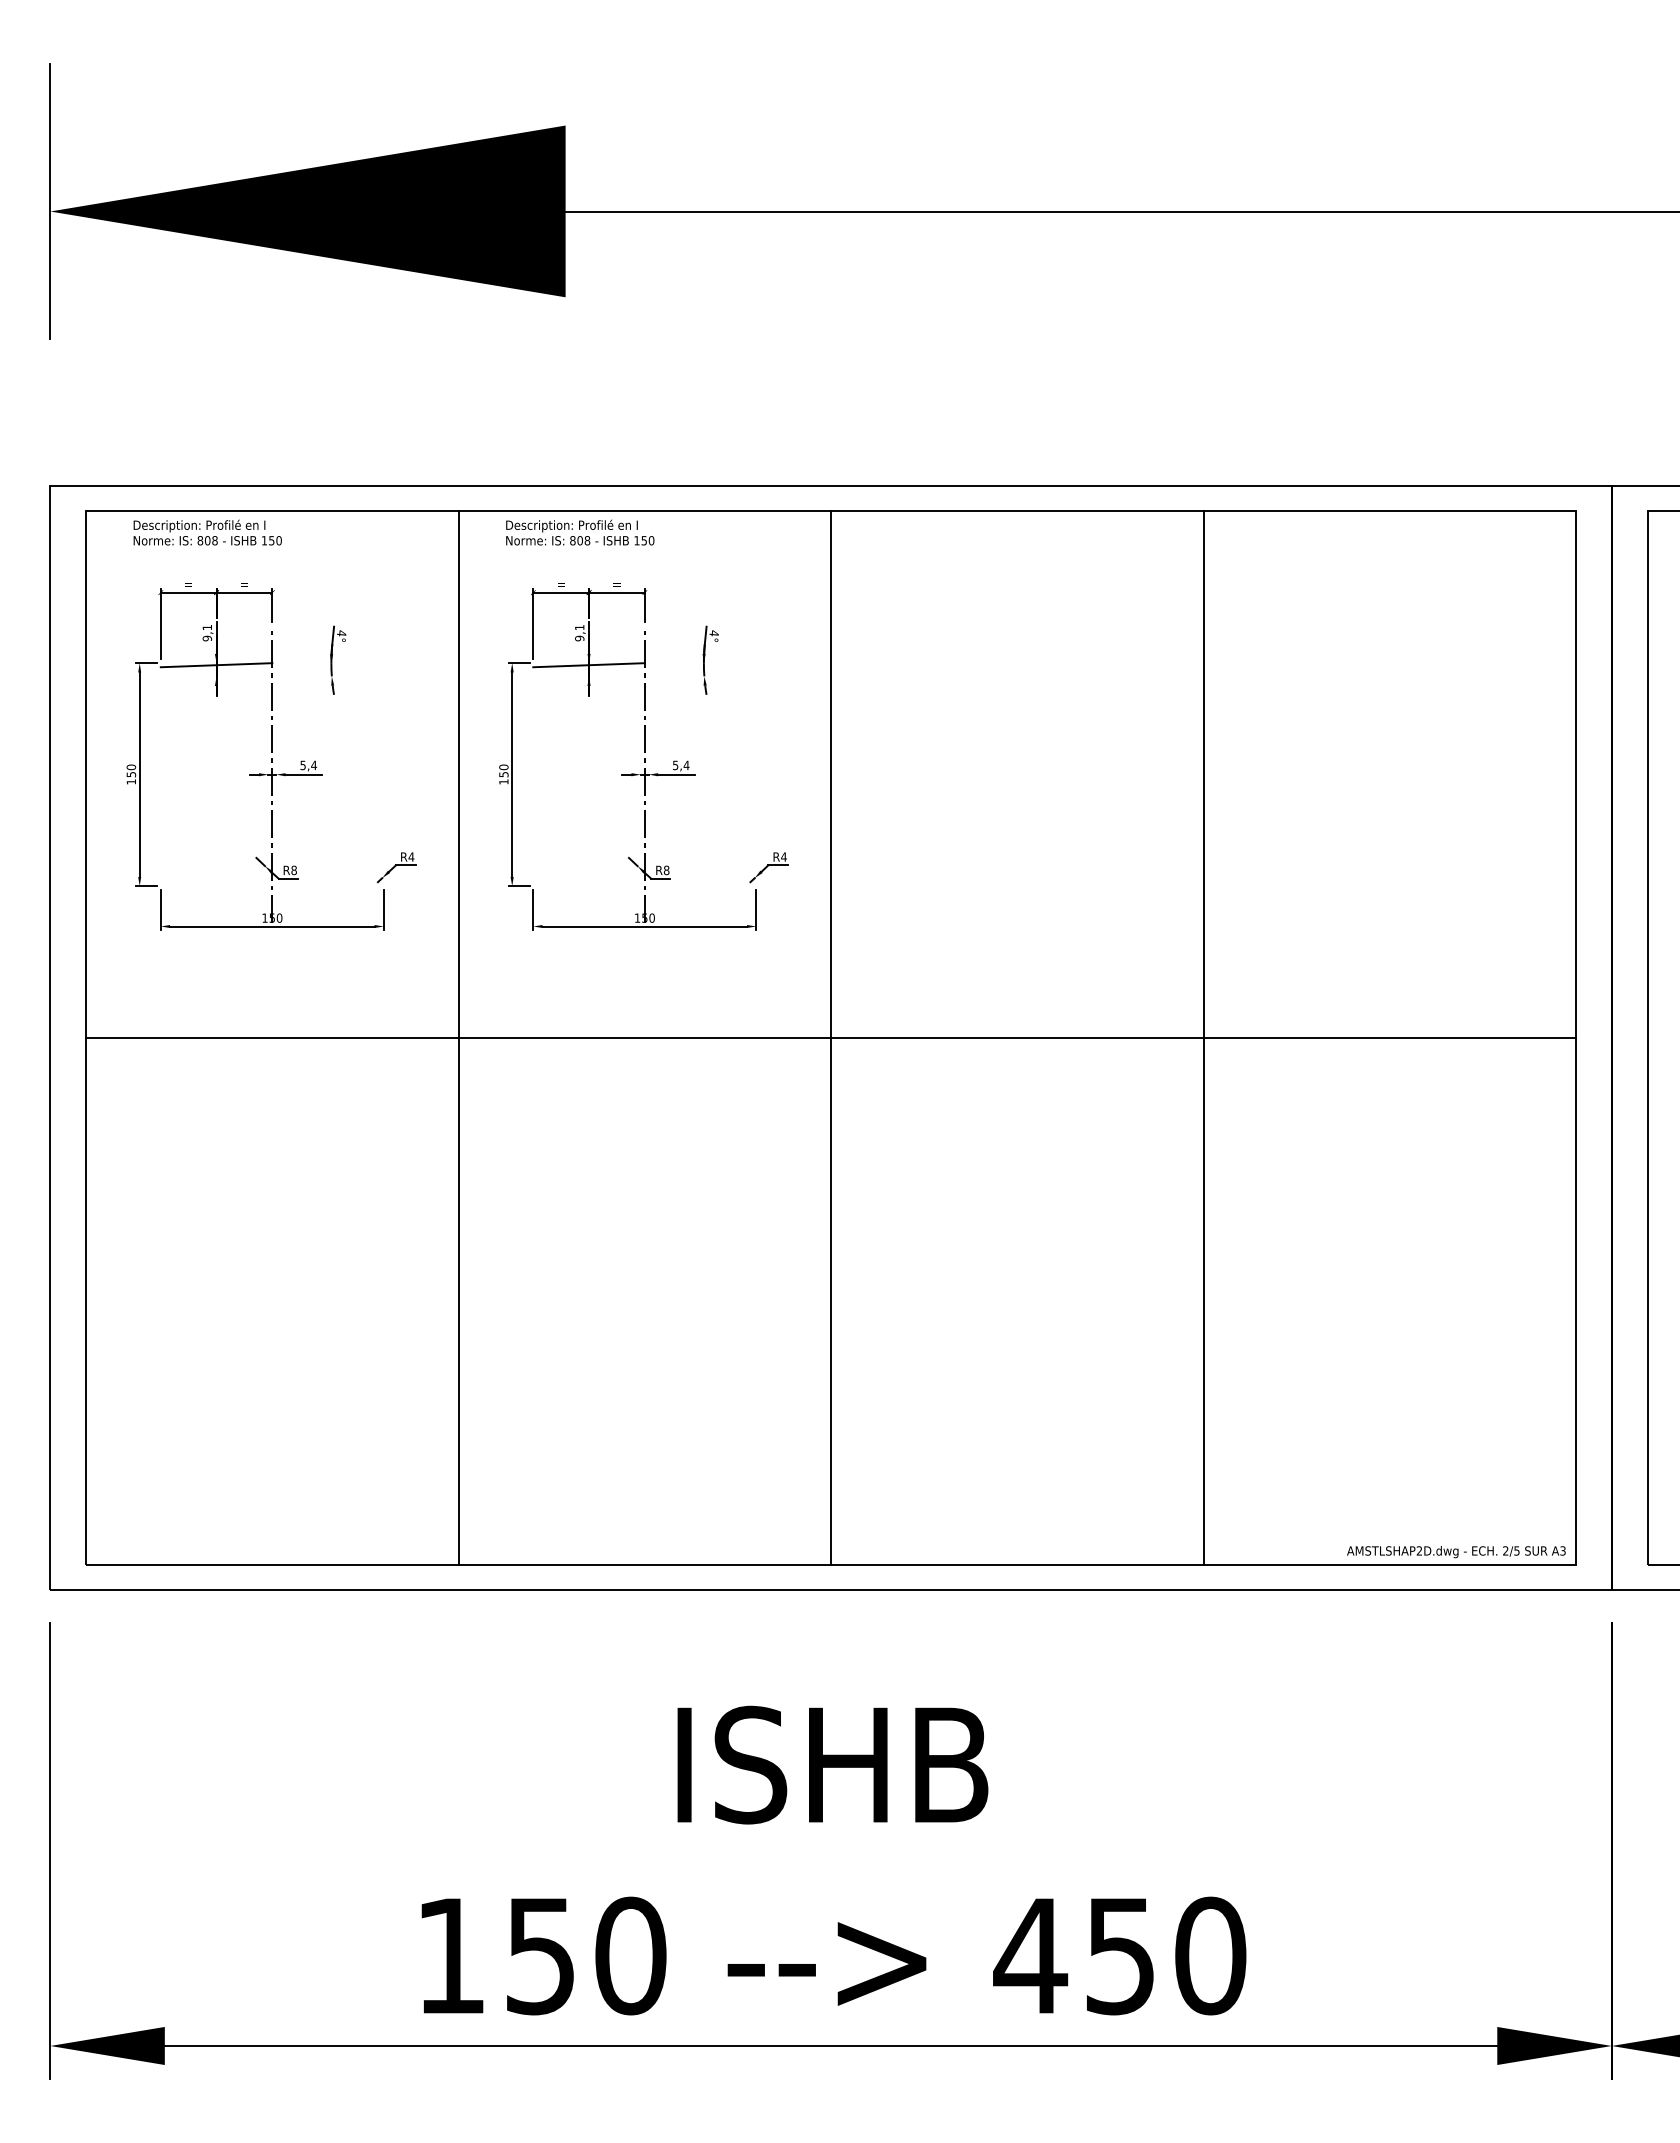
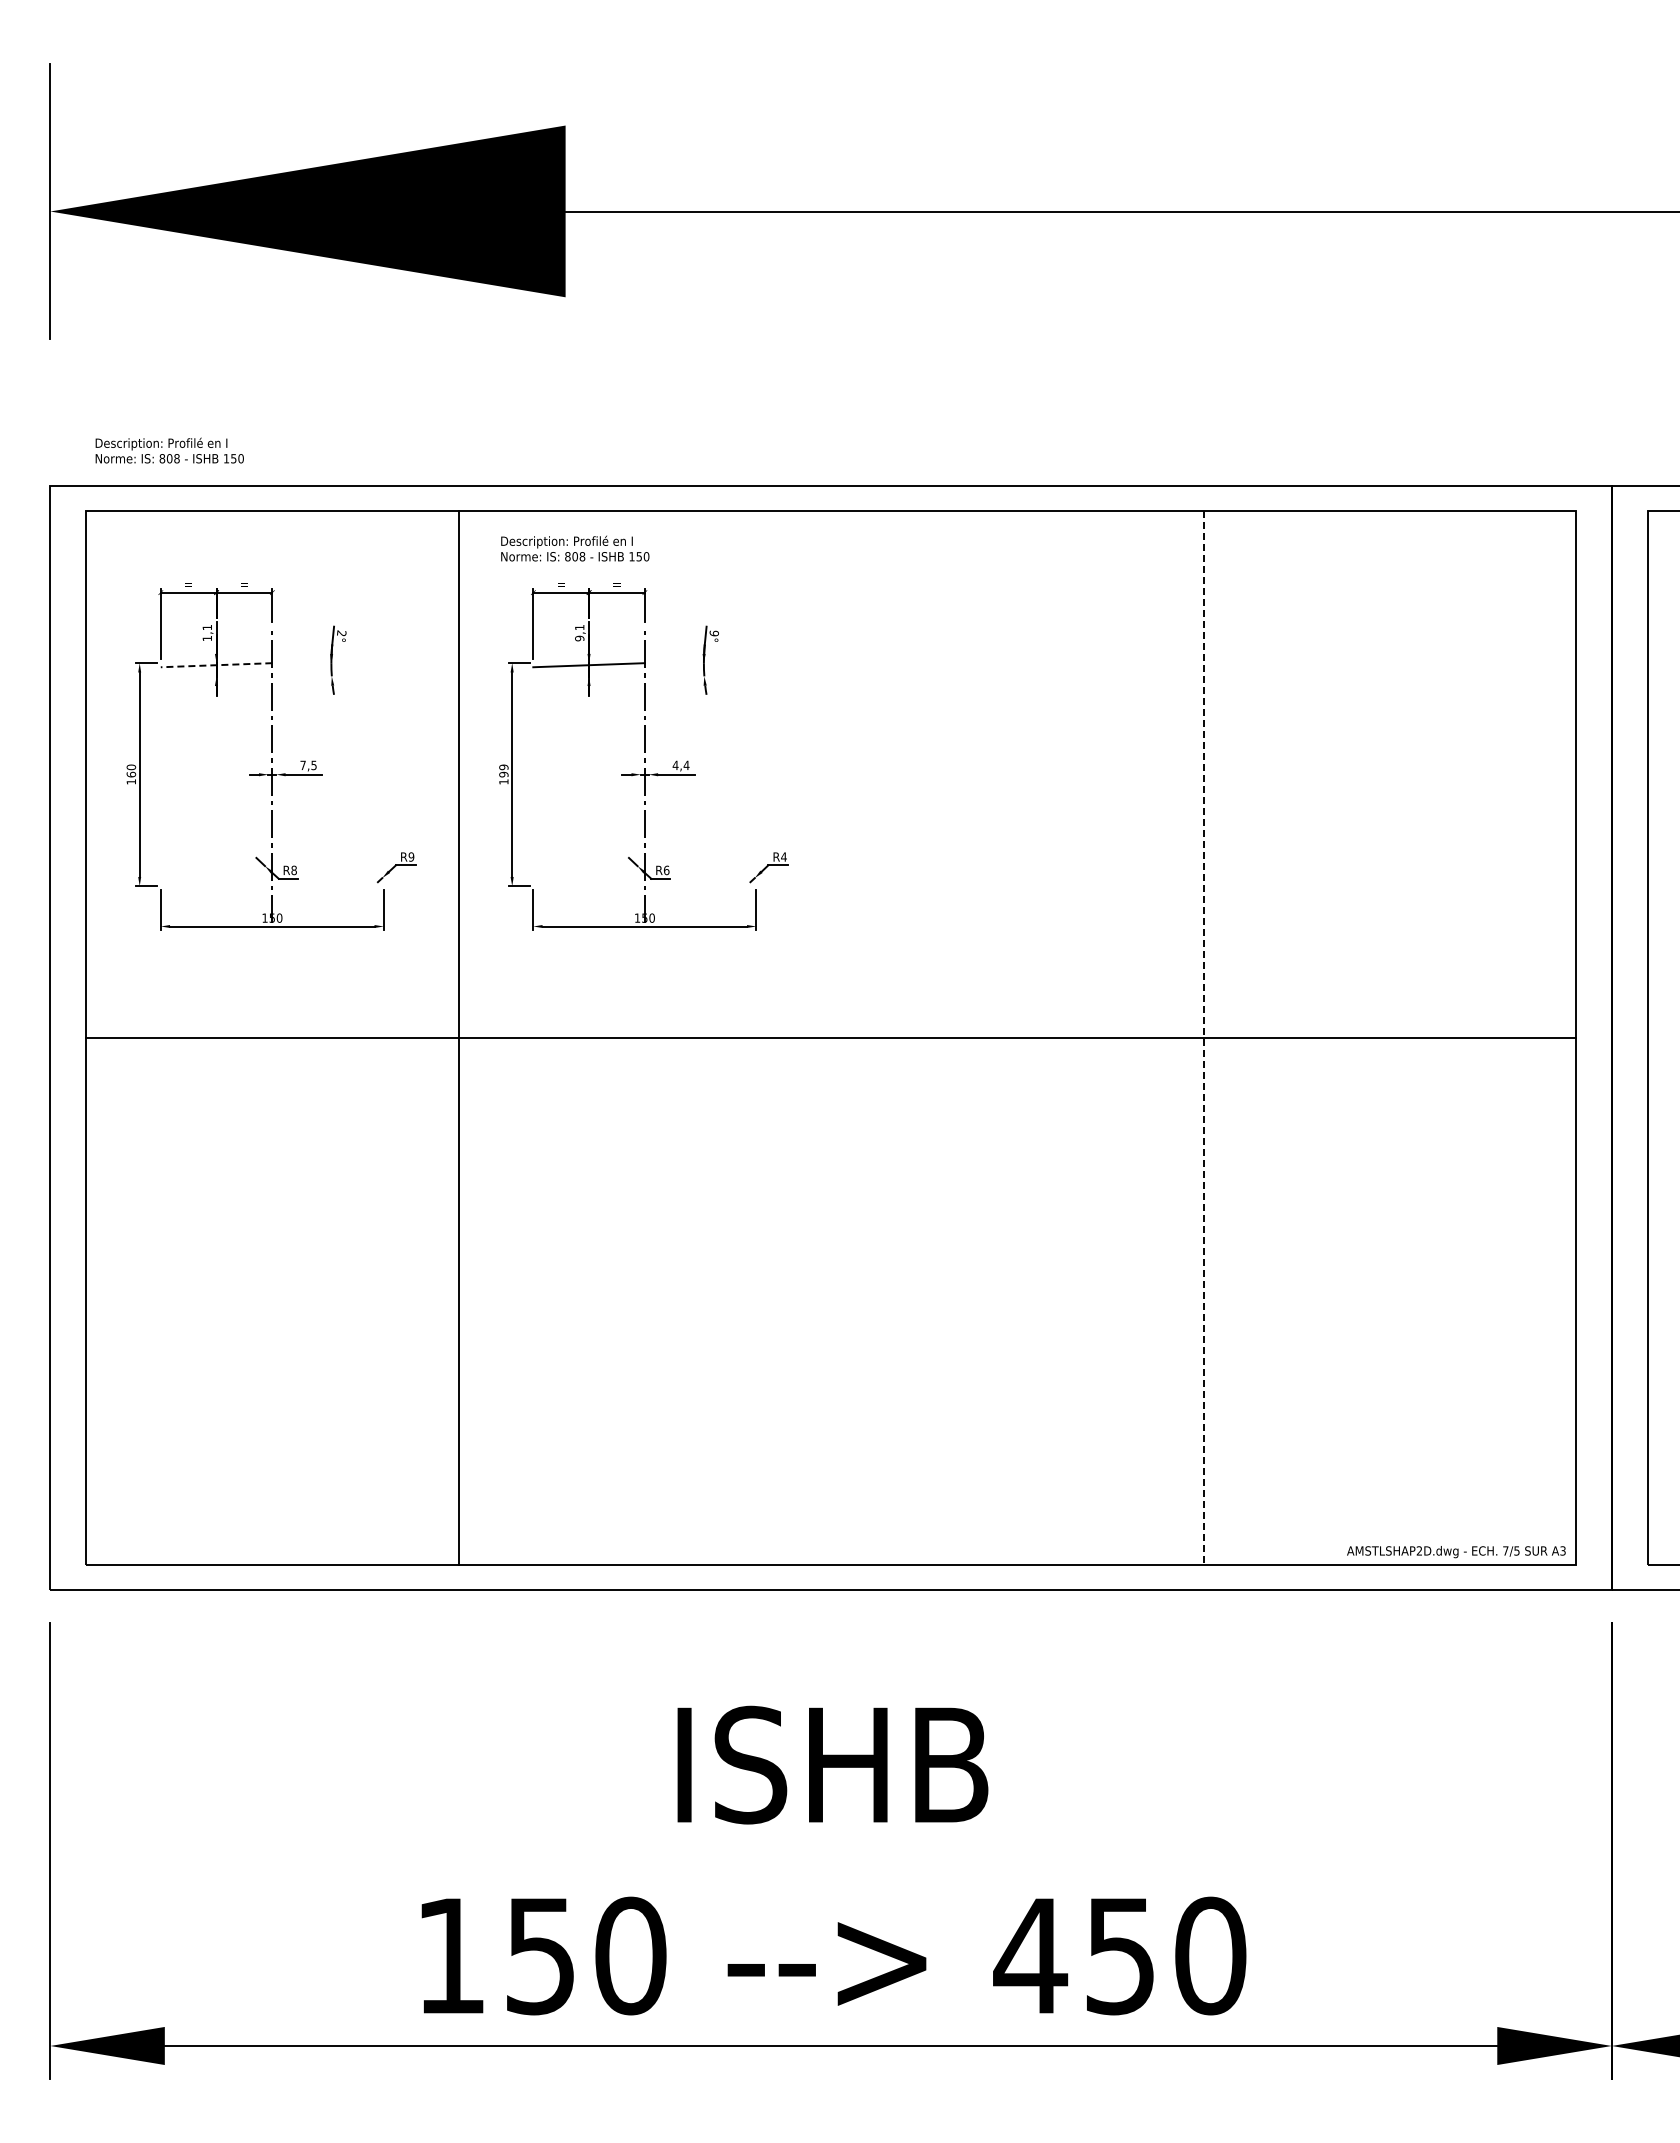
text at (207, 532) position: (207, 532) -> (169, 450)
text at (580, 532) position: (580, 532) -> (575, 548)
text at (341, 633): 4° -> 2°
text at (713, 633): 4° -> 9°
text at (207, 638): 9,1 -> 1,1
line at (216, 665): solid -> dashed
text at (308, 765): 5,4 -> 7,5
text at (675, 765): 5,4 -> 4,4
text at (503, 770): 150 -> 199
text at (131, 774): 150 -> 160
text at (411, 856): R4 -> R9
text at (666, 869): R8 -> R6
line at (831, 1037): present -> none
line at (1203, 1038): solid -> dashed
text at (1505, 1550): 2/5 -> 7/5
